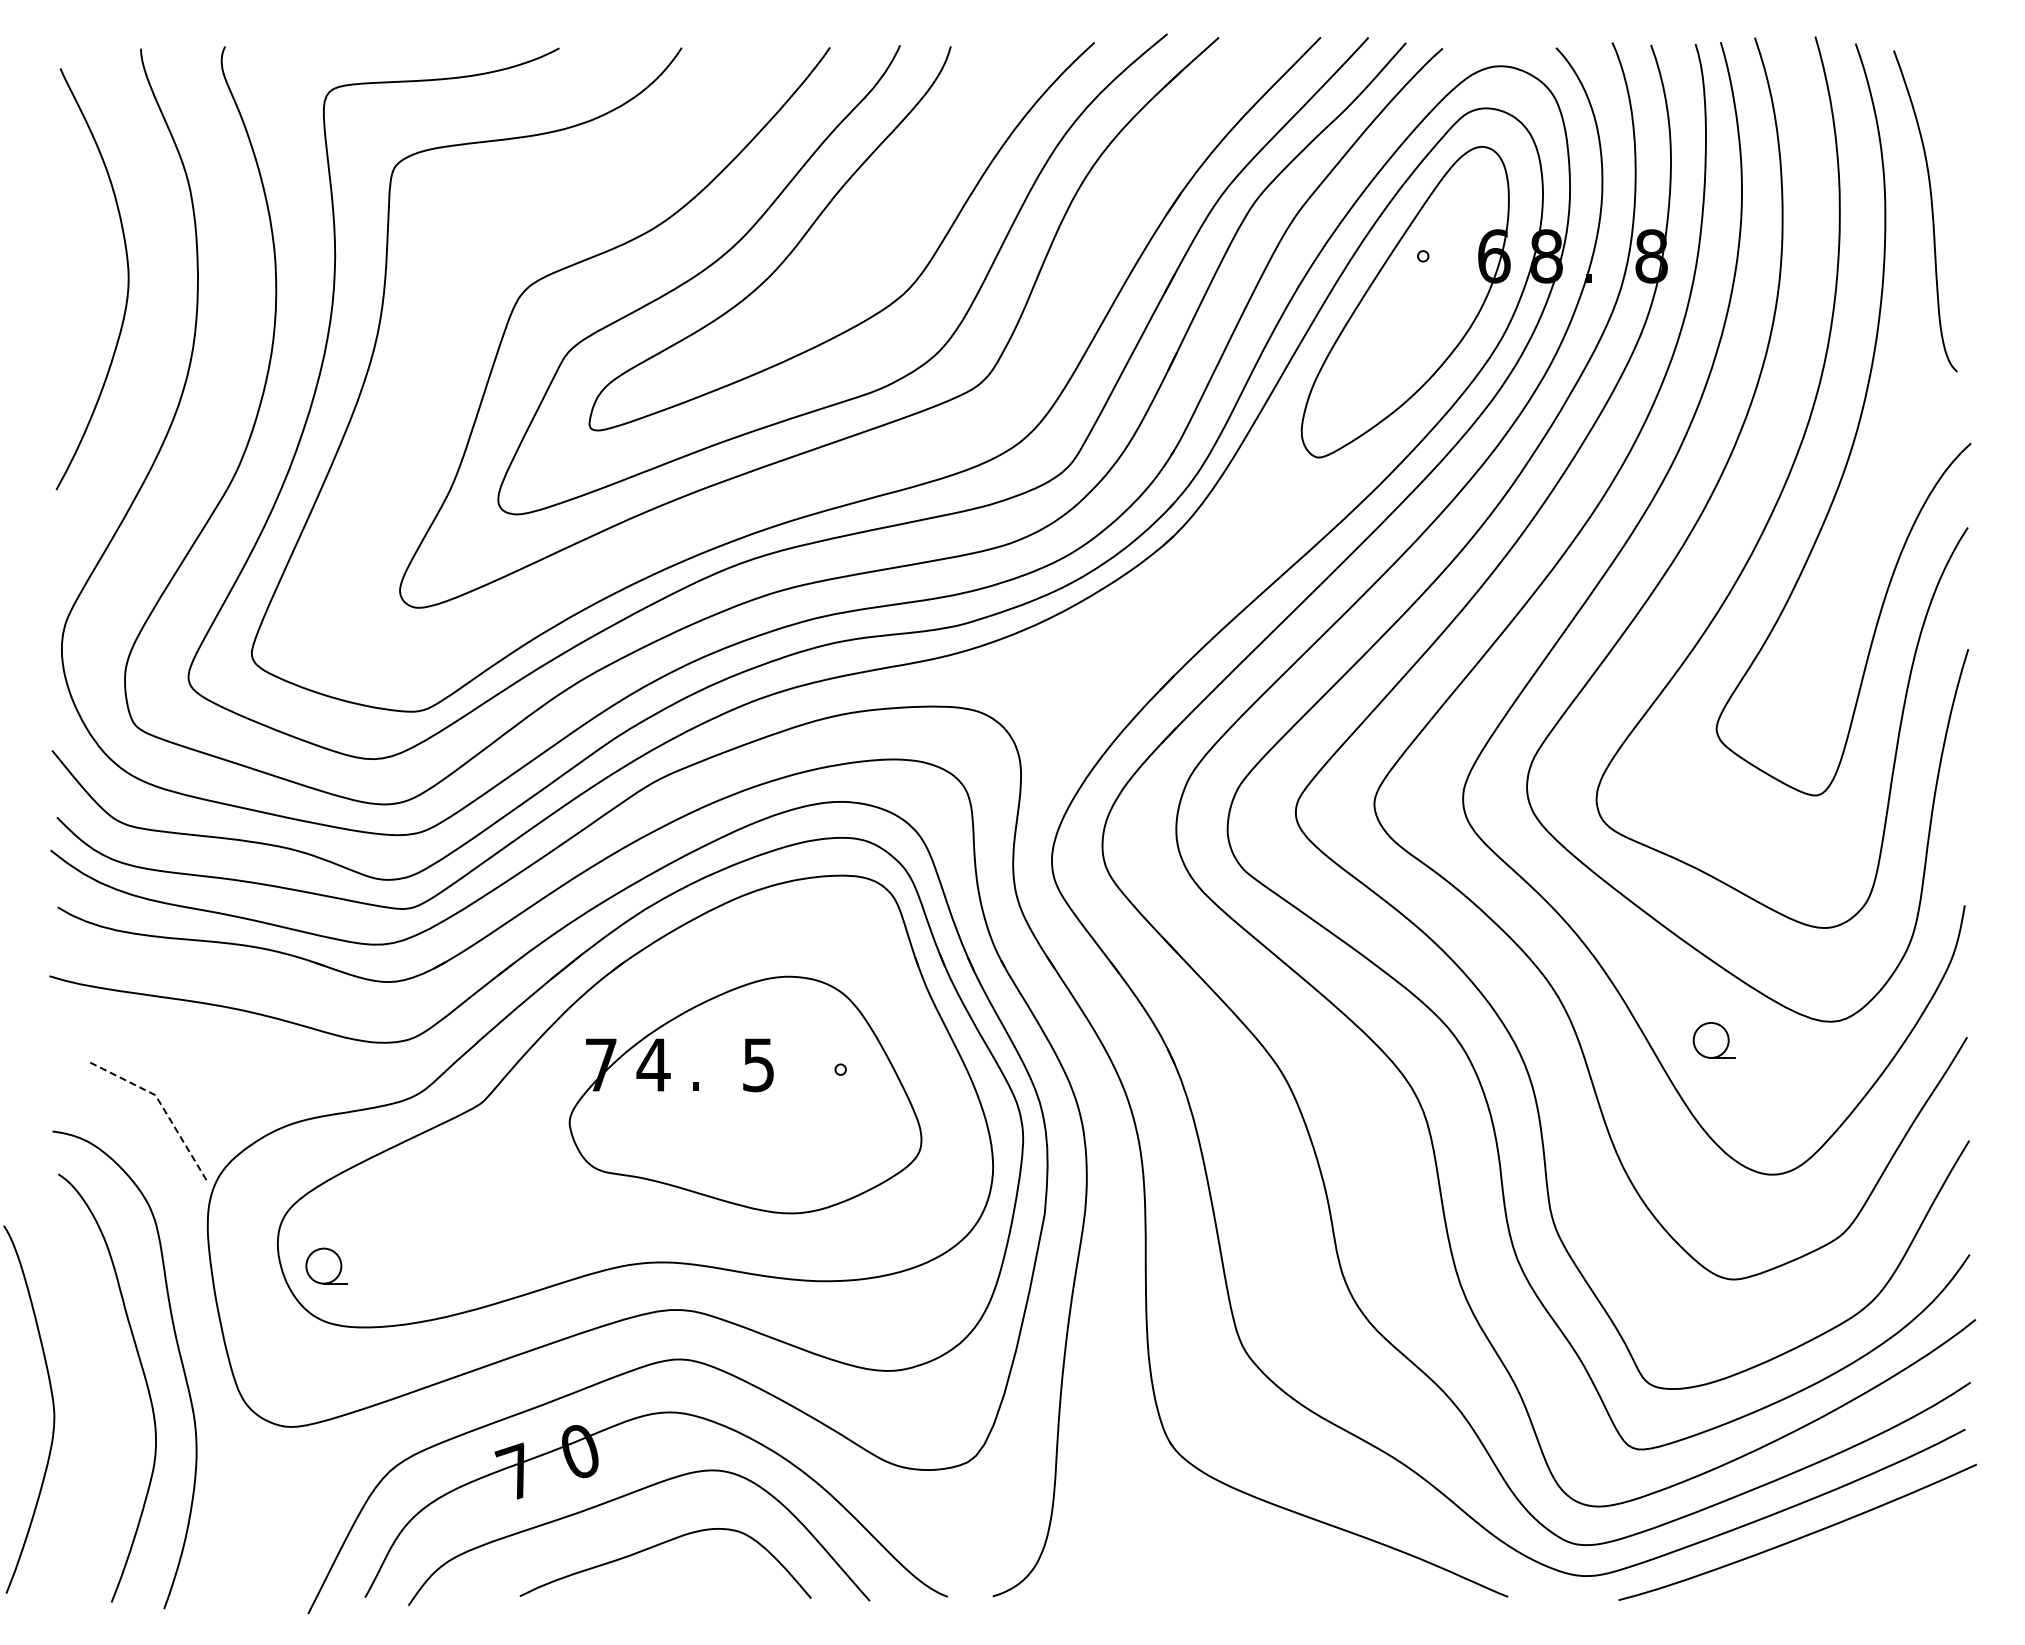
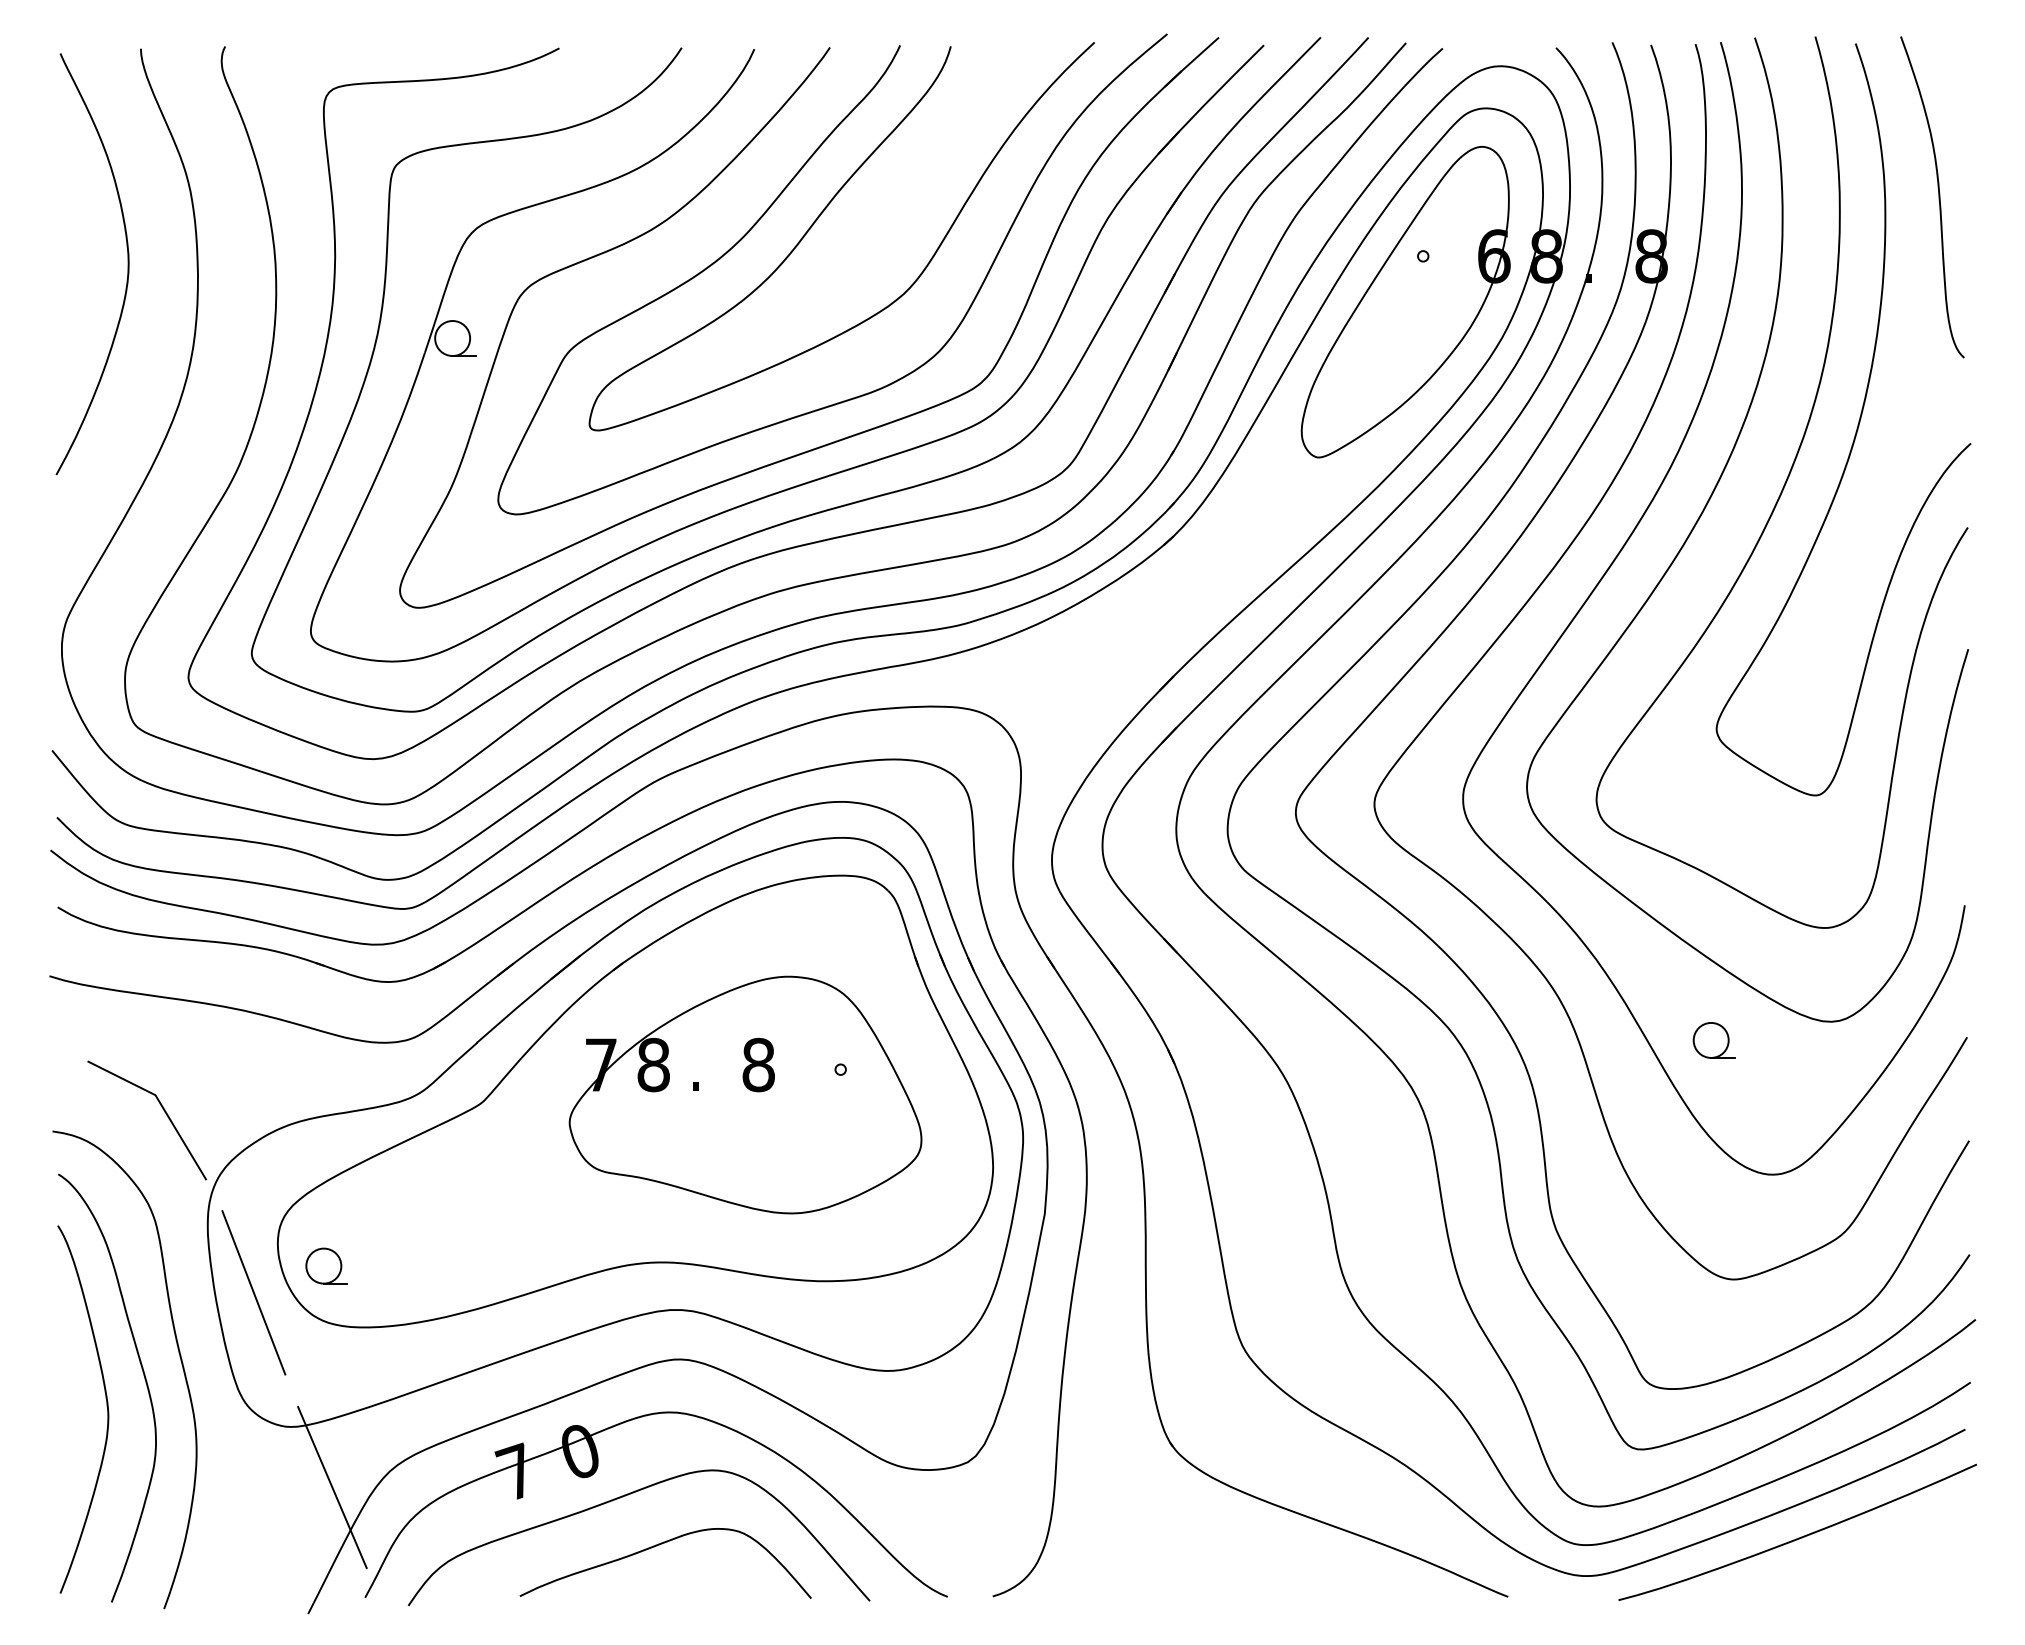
curve at (1931, 211) position: (1931, 211) -> (1938, 197)
curve at (127, 279) position: (127, 279) -> (127, 264)
part at (829, 474): none -> present
text at (653, 1064): 4 -> 8
text at (758, 1064): 5 -> 8
line at (161, 1104): dashed -> solid
line at (253, 1292): none -> present
curve at (52, 1406) position: (52, 1406) -> (106, 1406)
line at (332, 1487): none -> present
